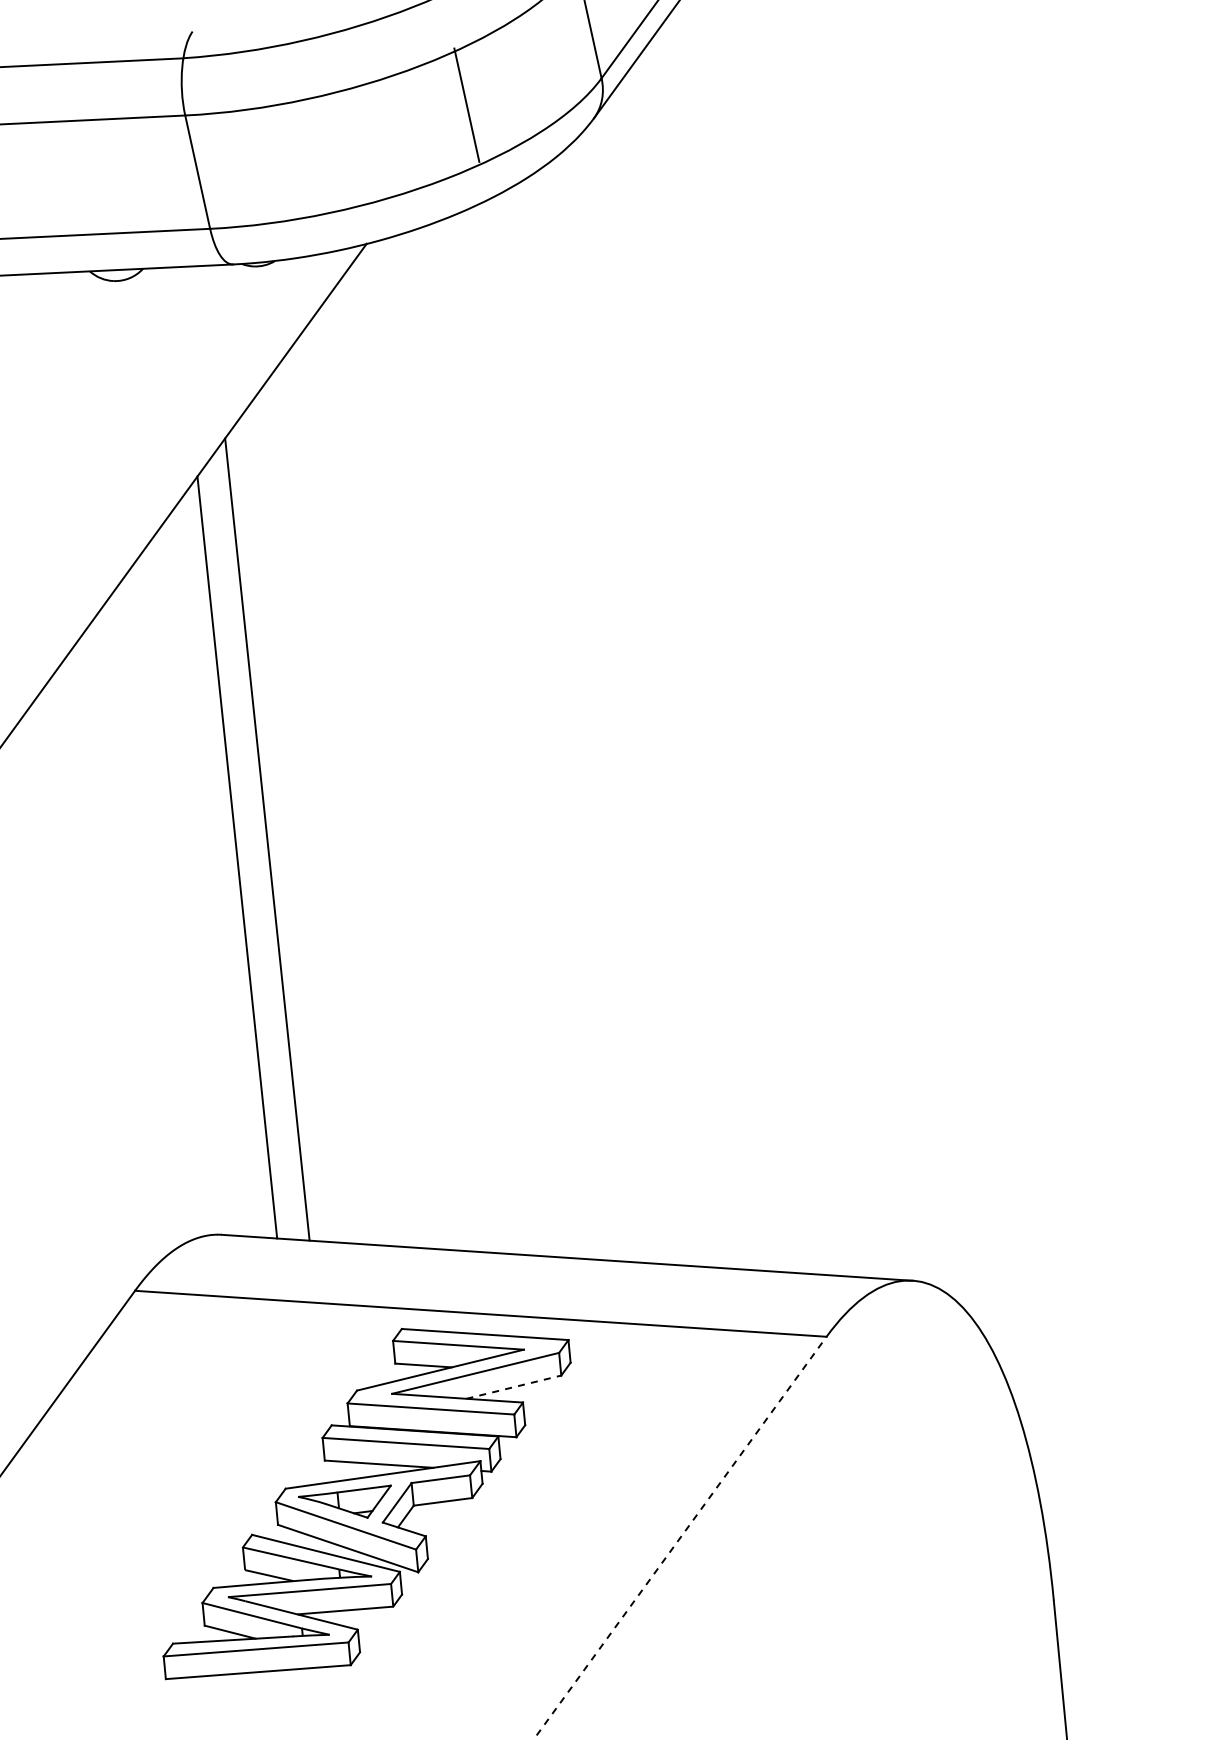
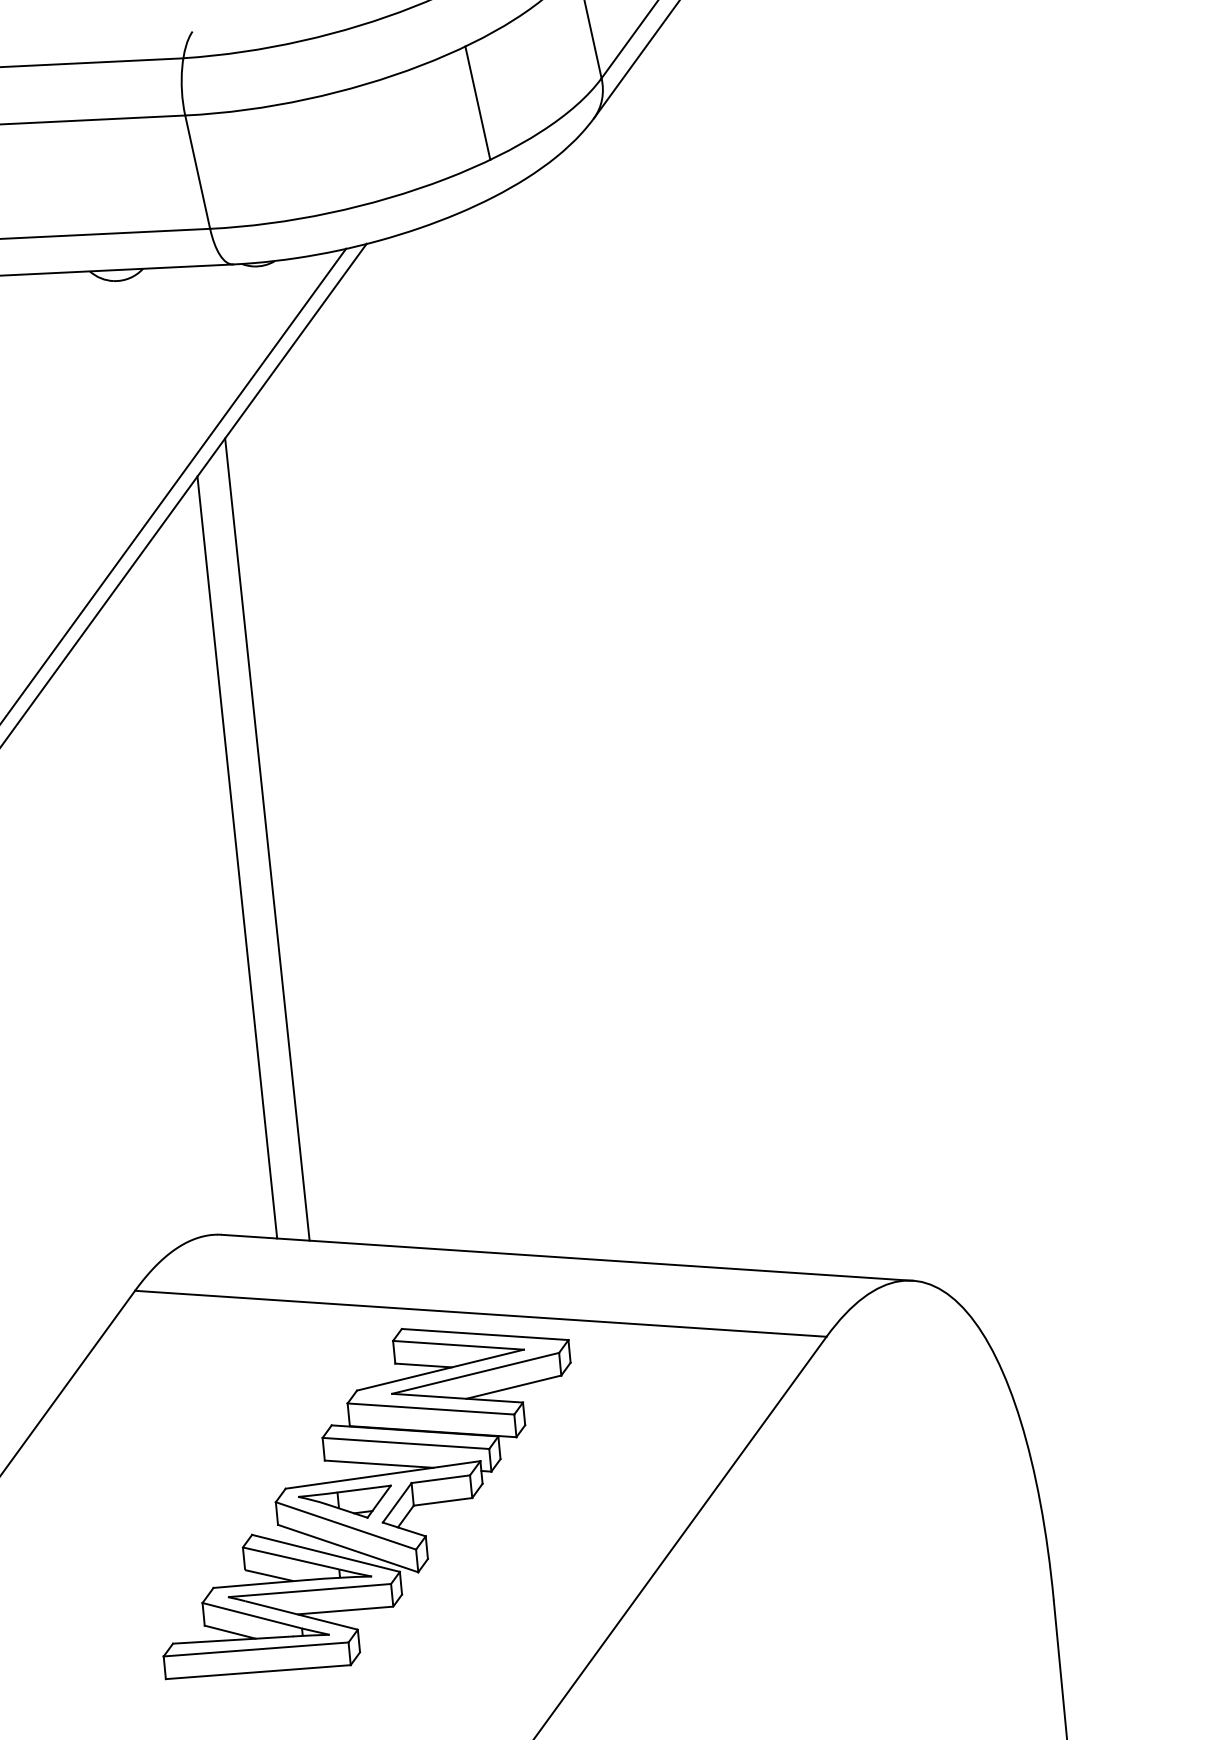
line at (466, 104) position: (466, 104) -> (477, 102)
line at (174, 484): none -> present
line at (513, 1387): dashed -> solid
line at (680, 1537): dashed -> solid
